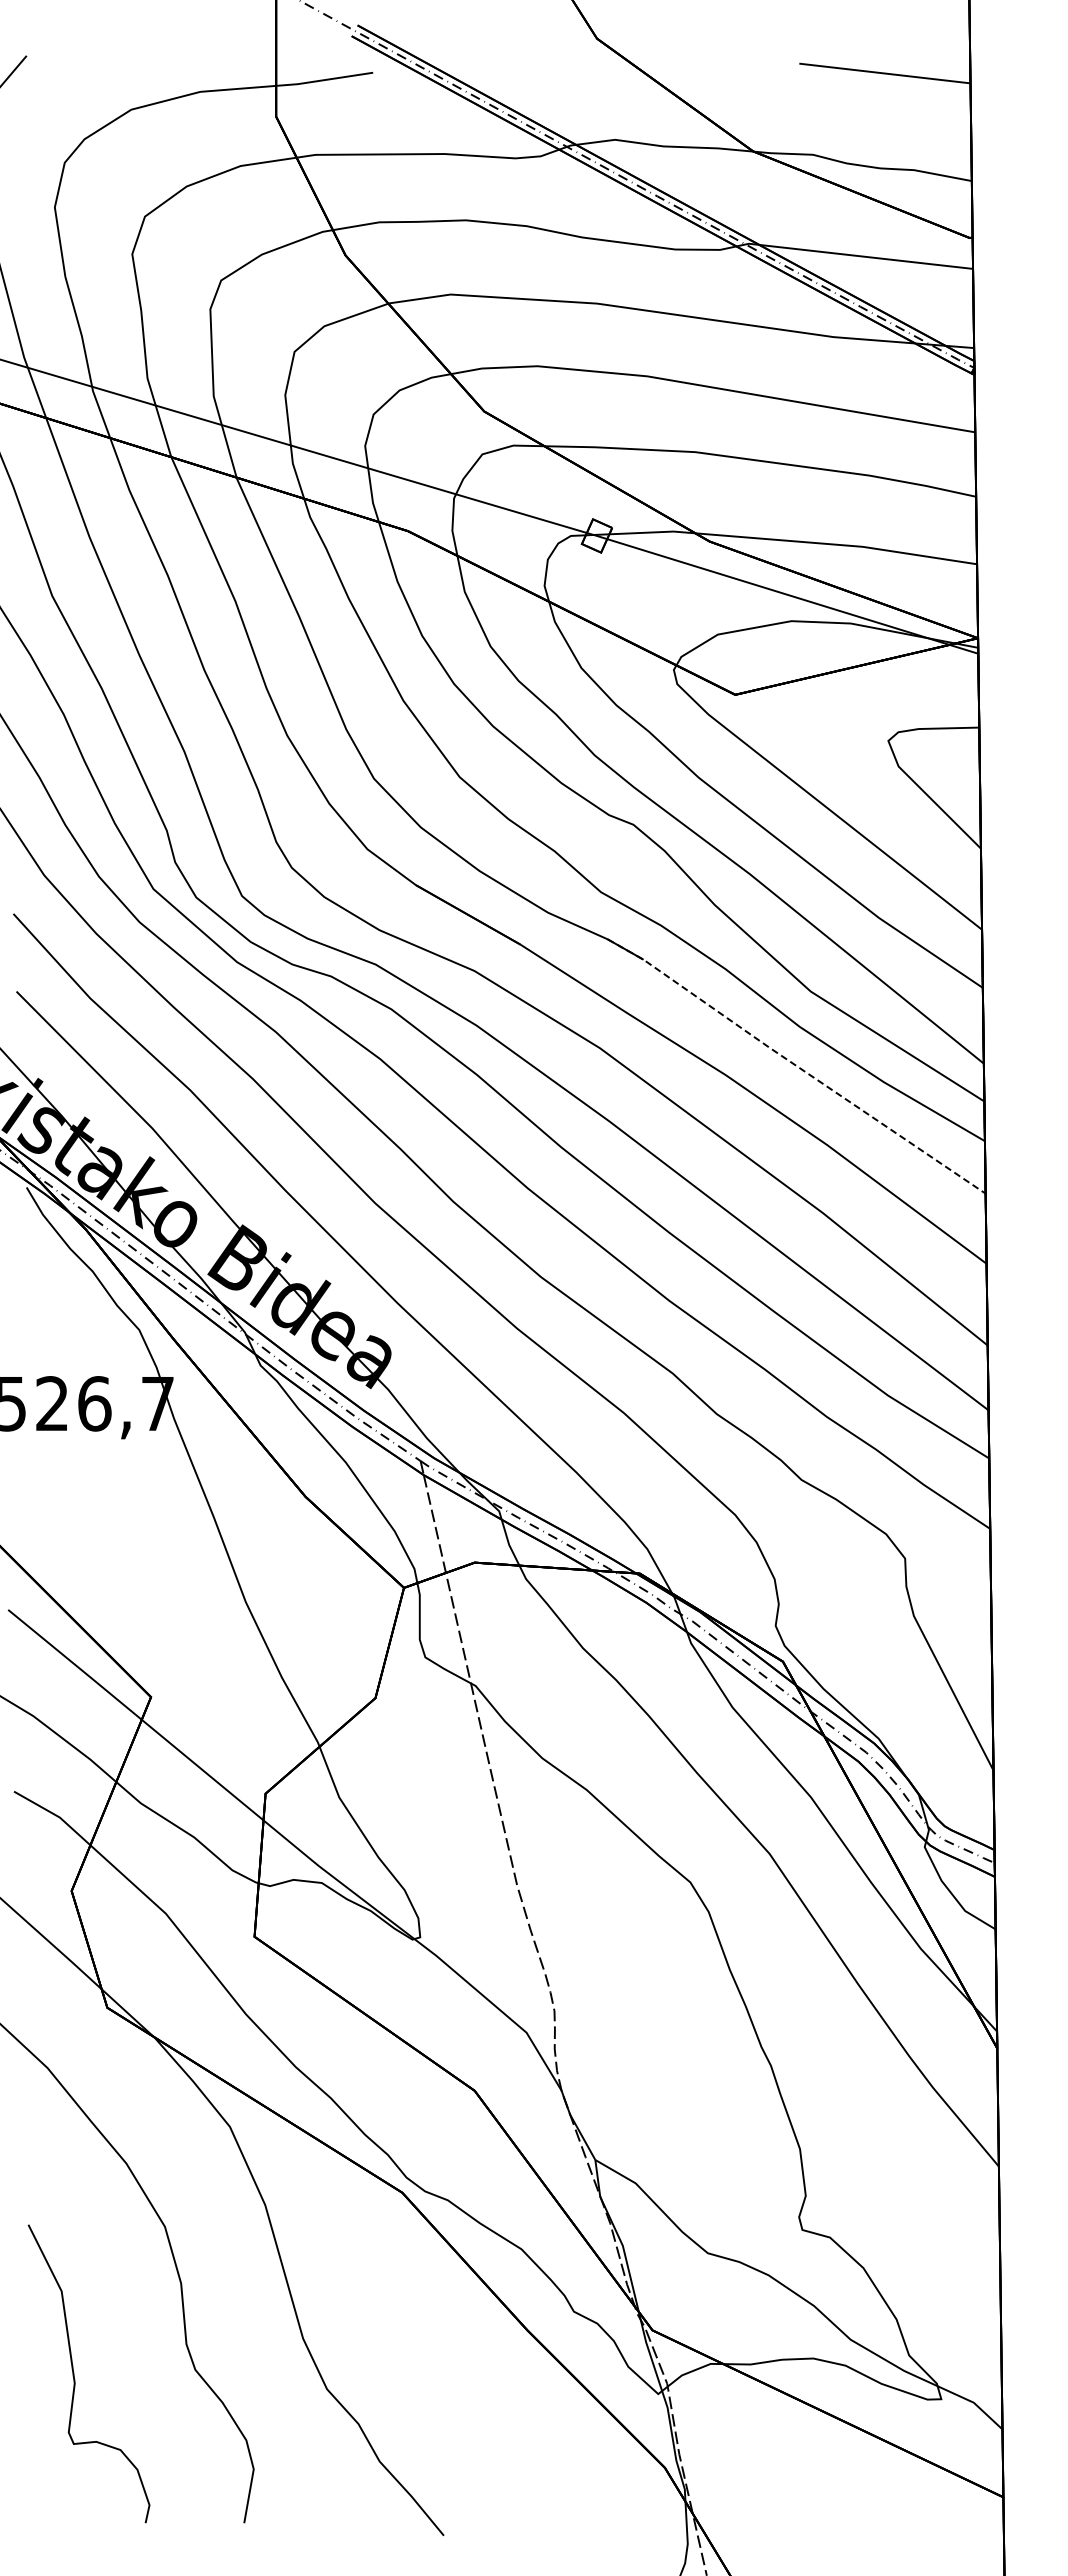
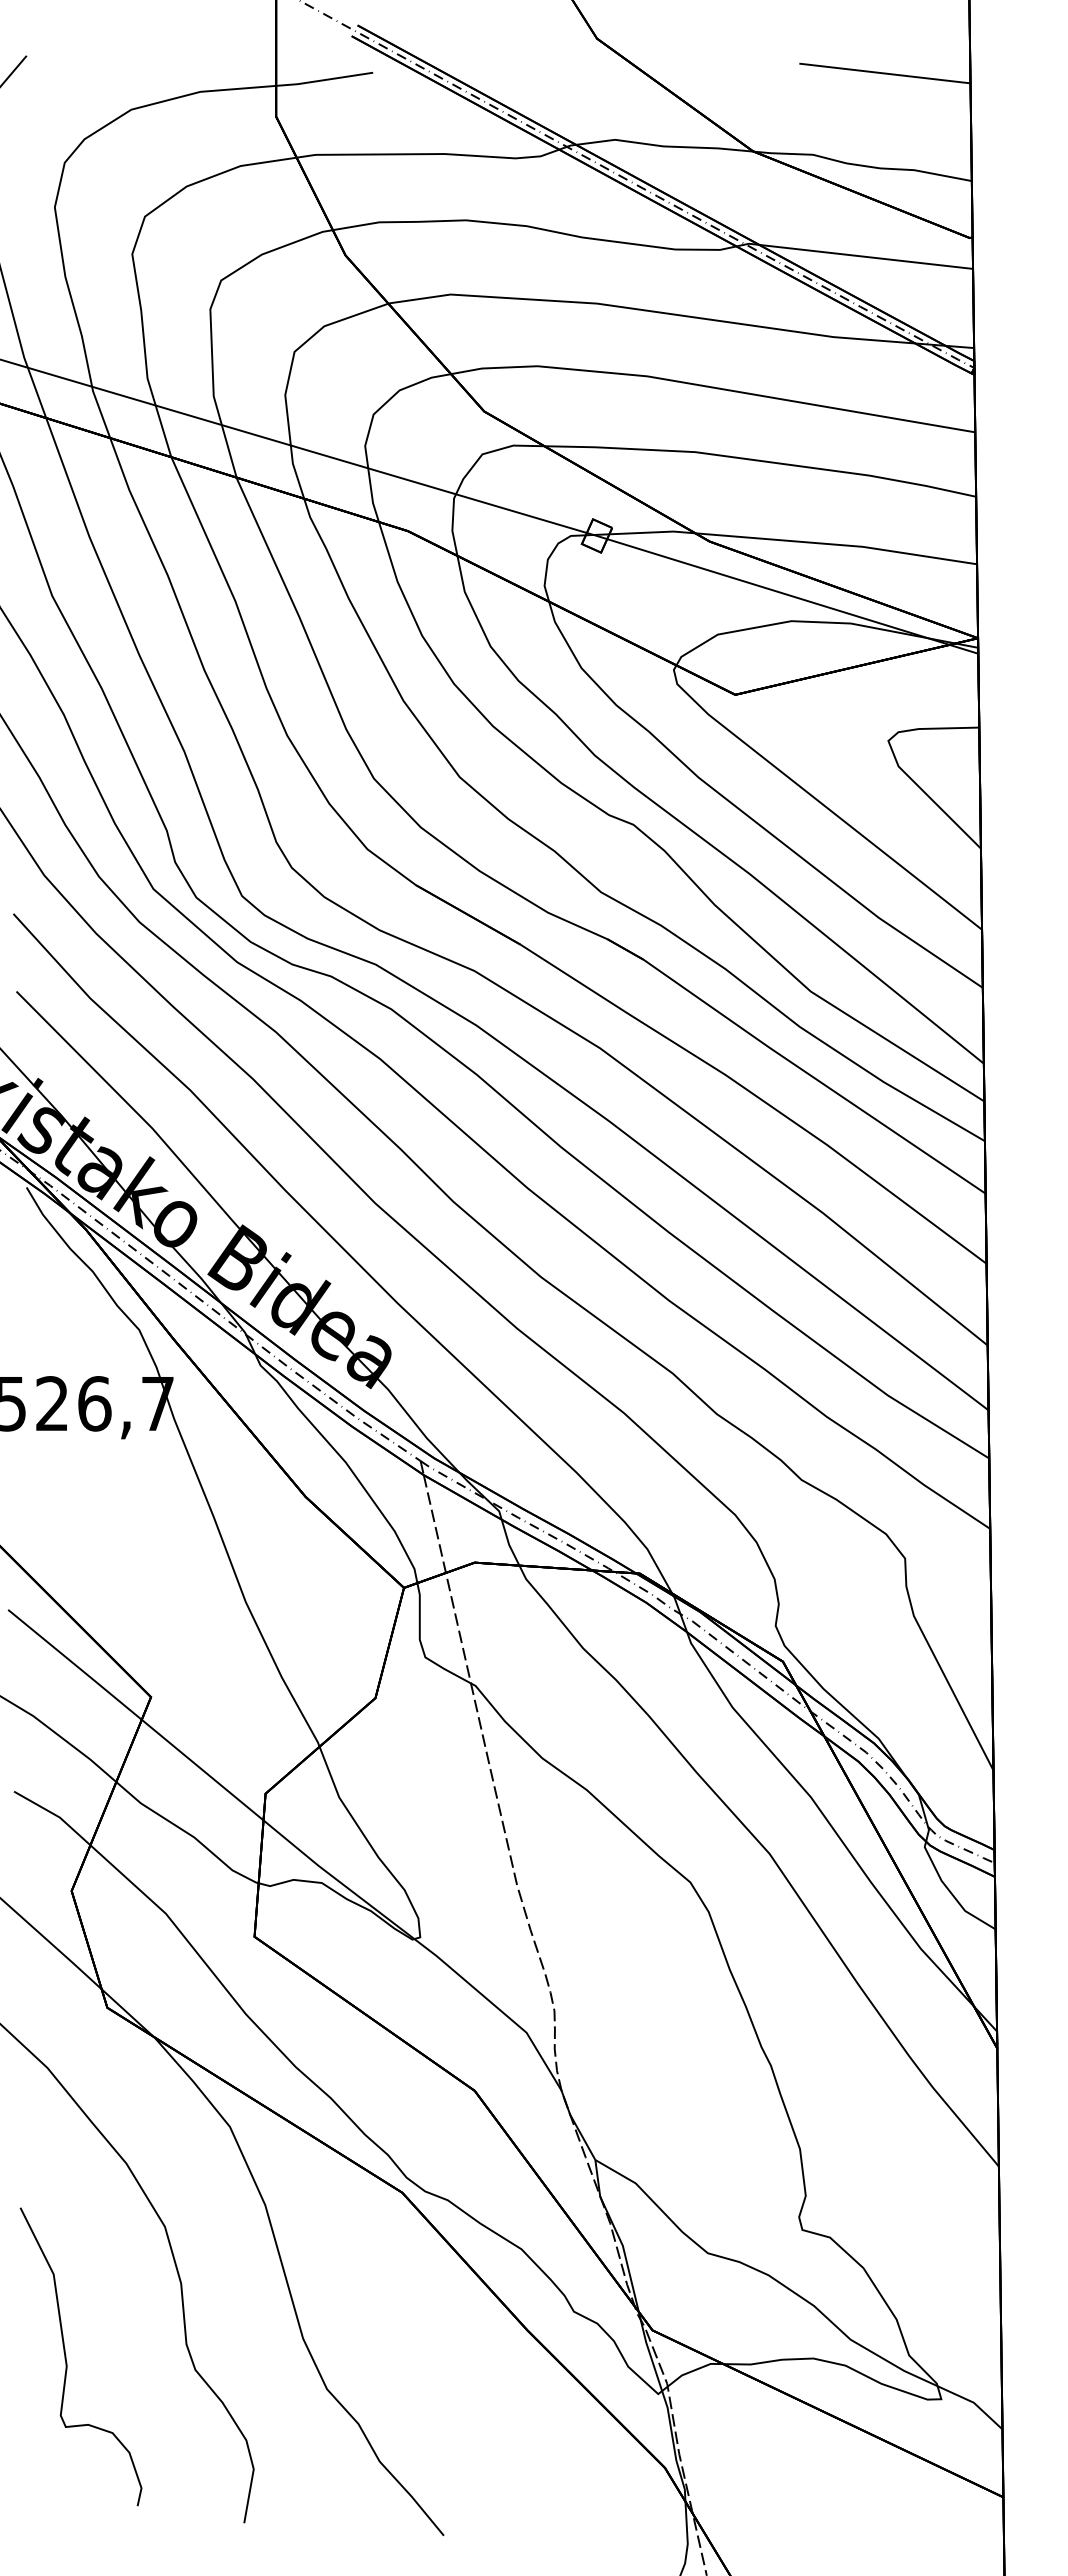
line at (796, 1065): dashed -> solid
curve at (74, 2373) position: (74, 2373) -> (66, 2356)
